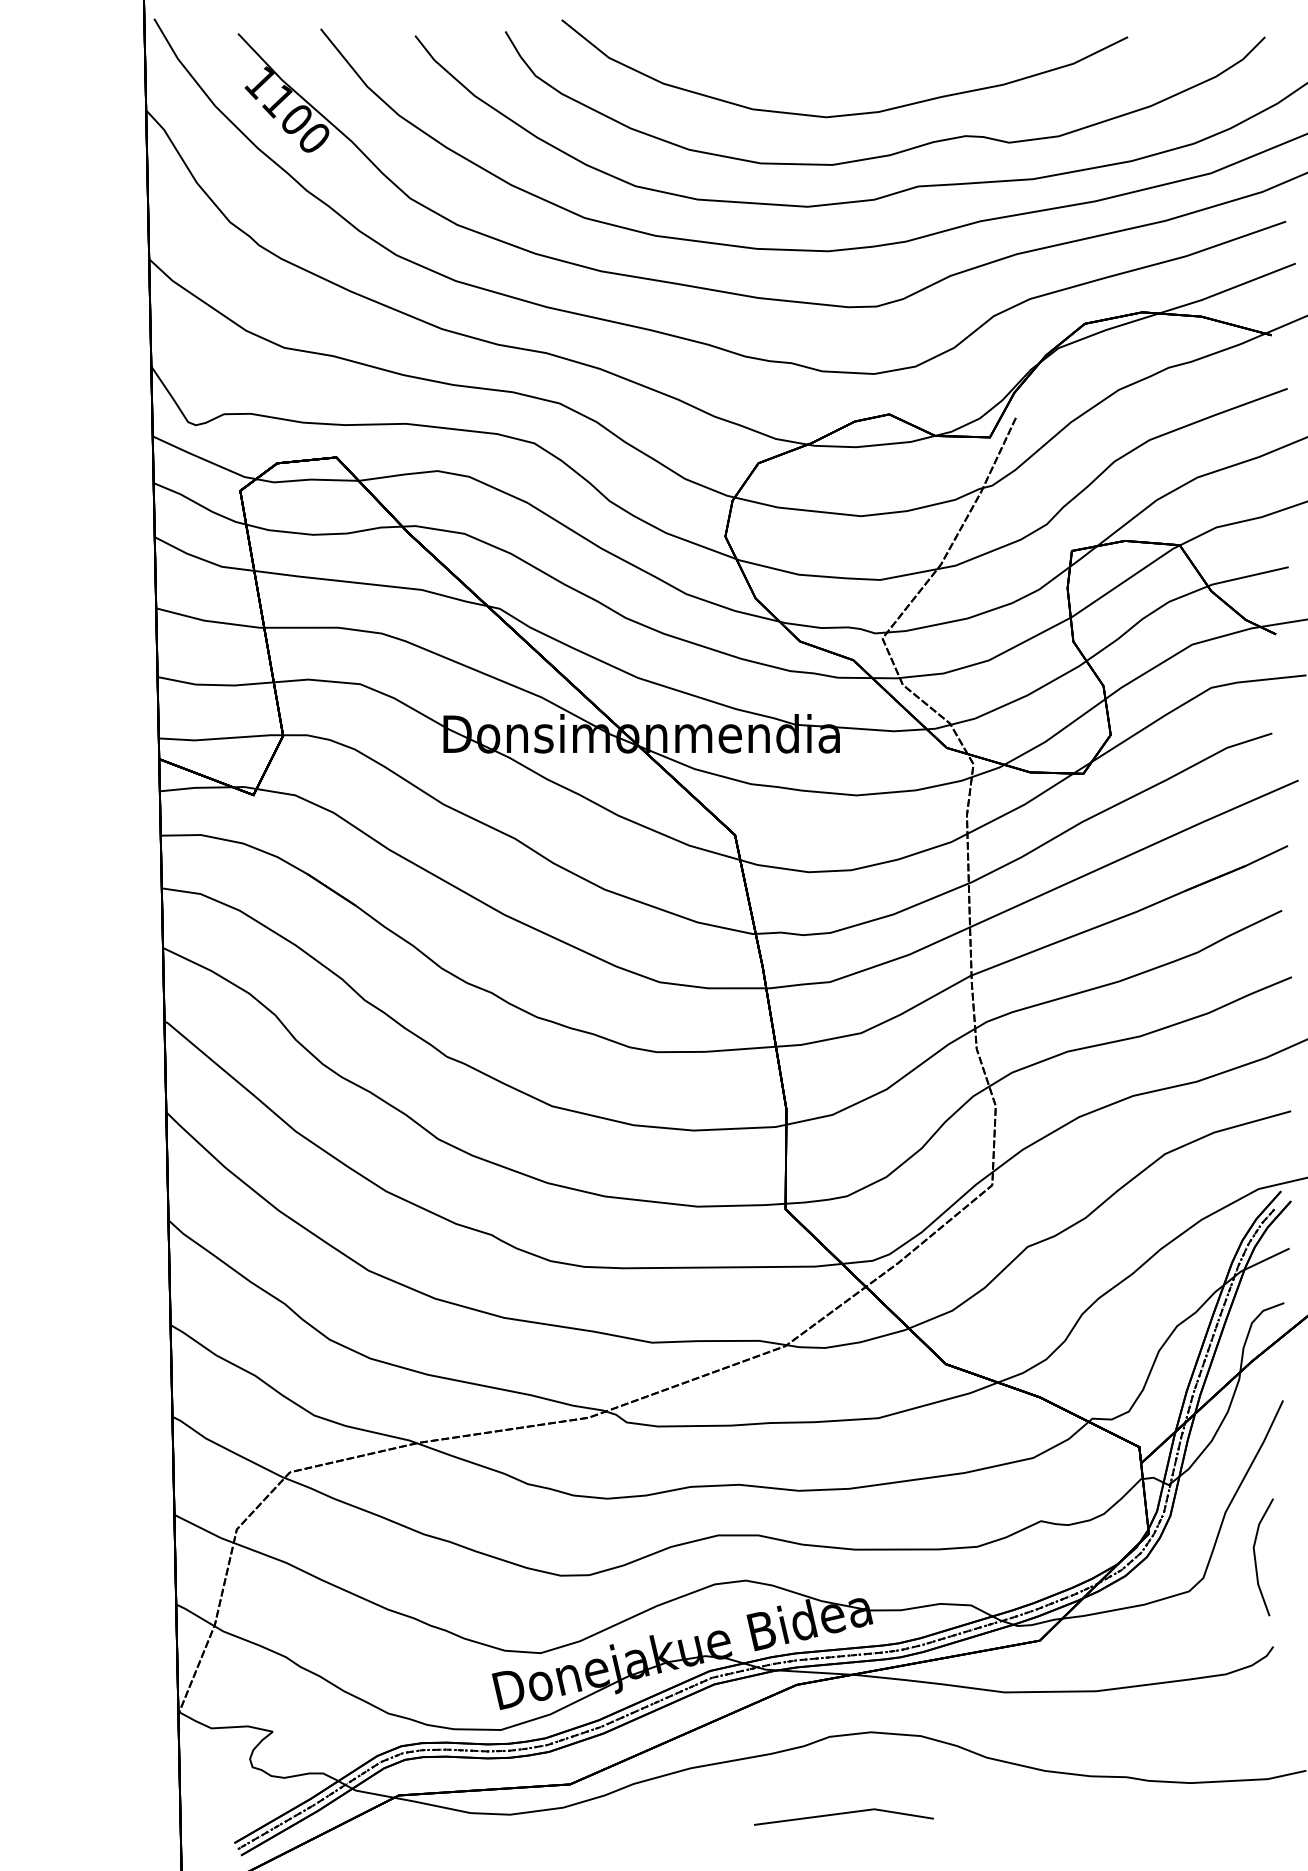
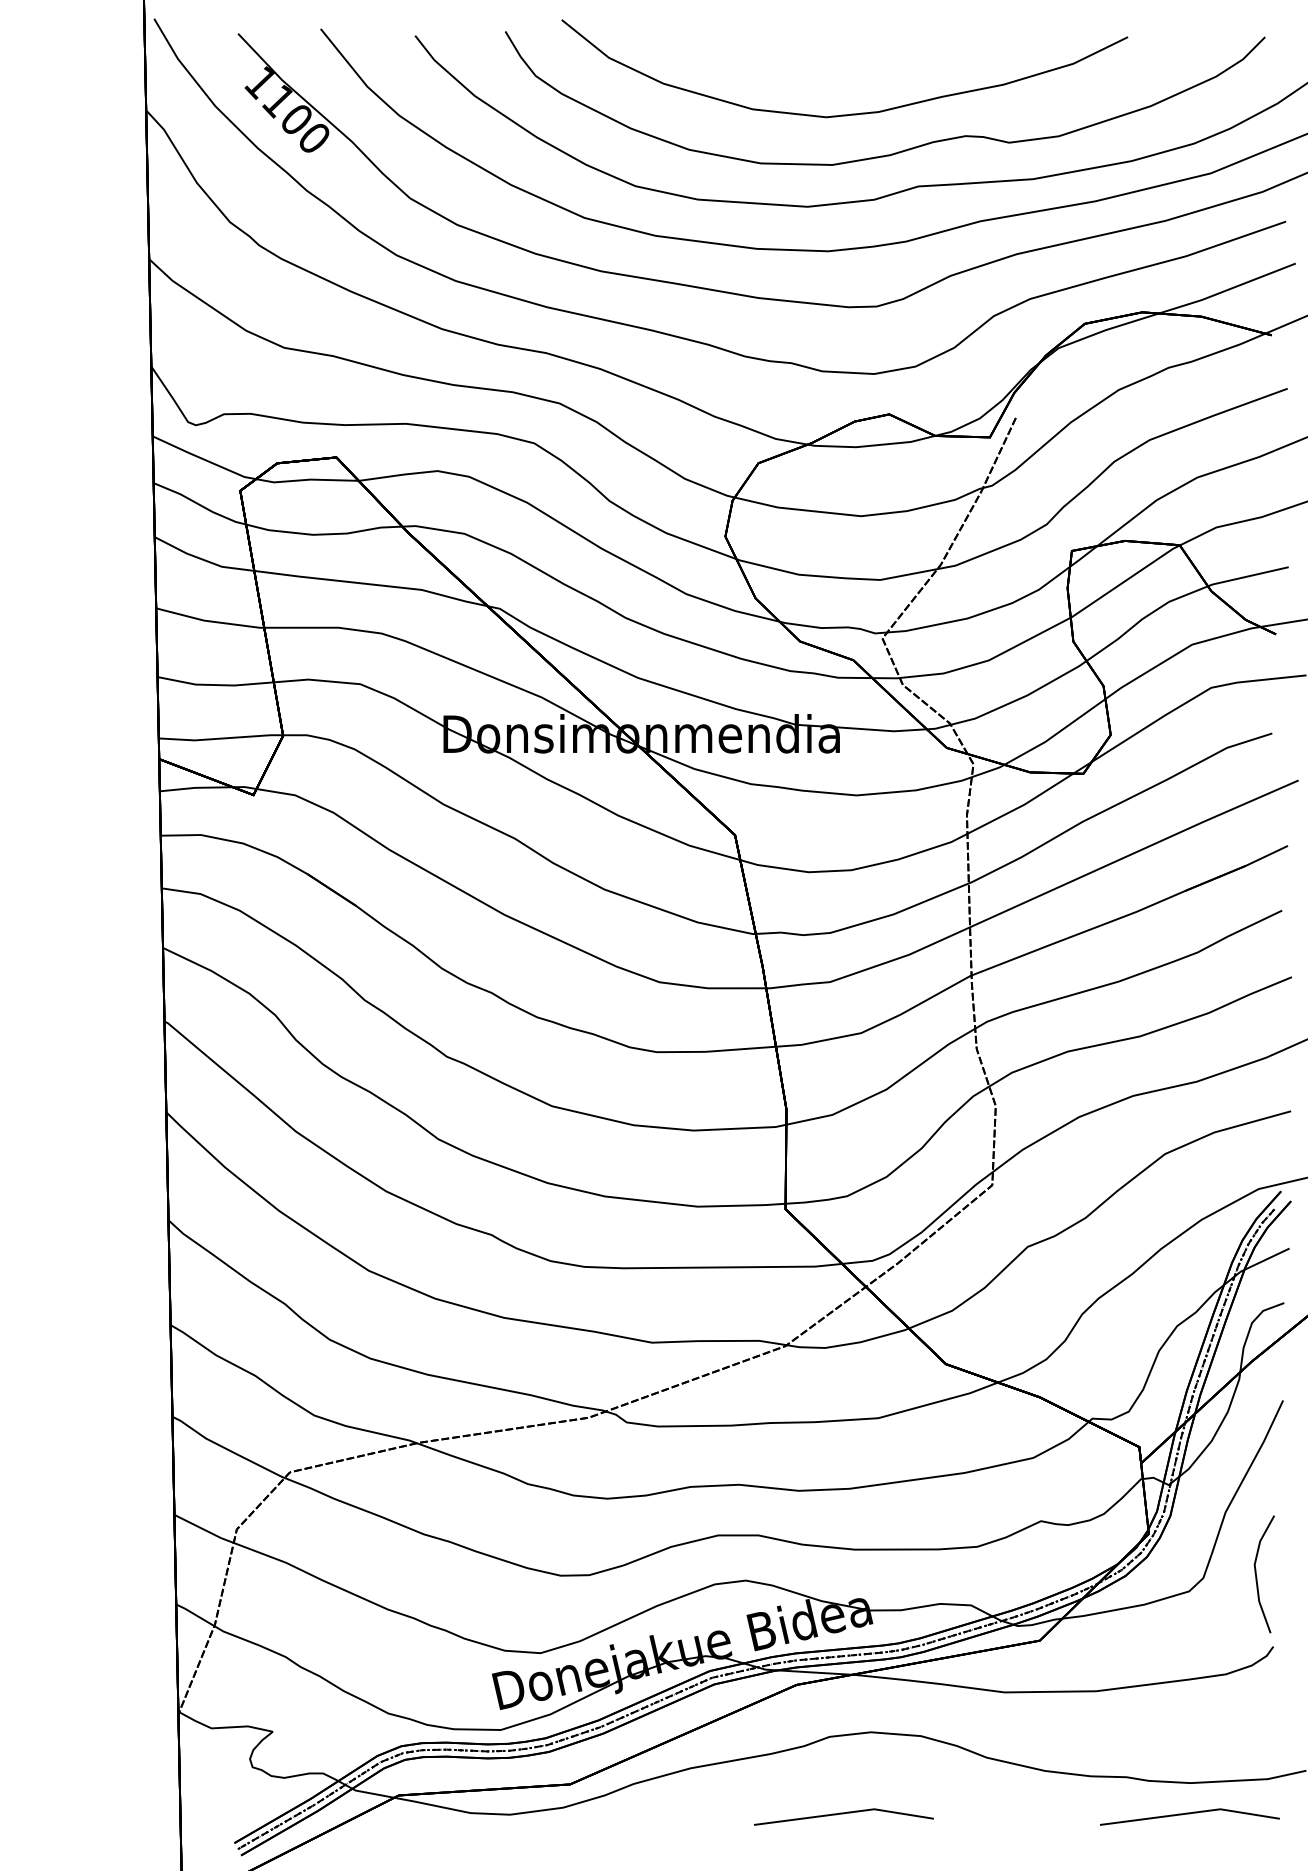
line at (1256, 1560) position: (1256, 1560) -> (1257, 1577)
line at (1189, 1814): none -> present
